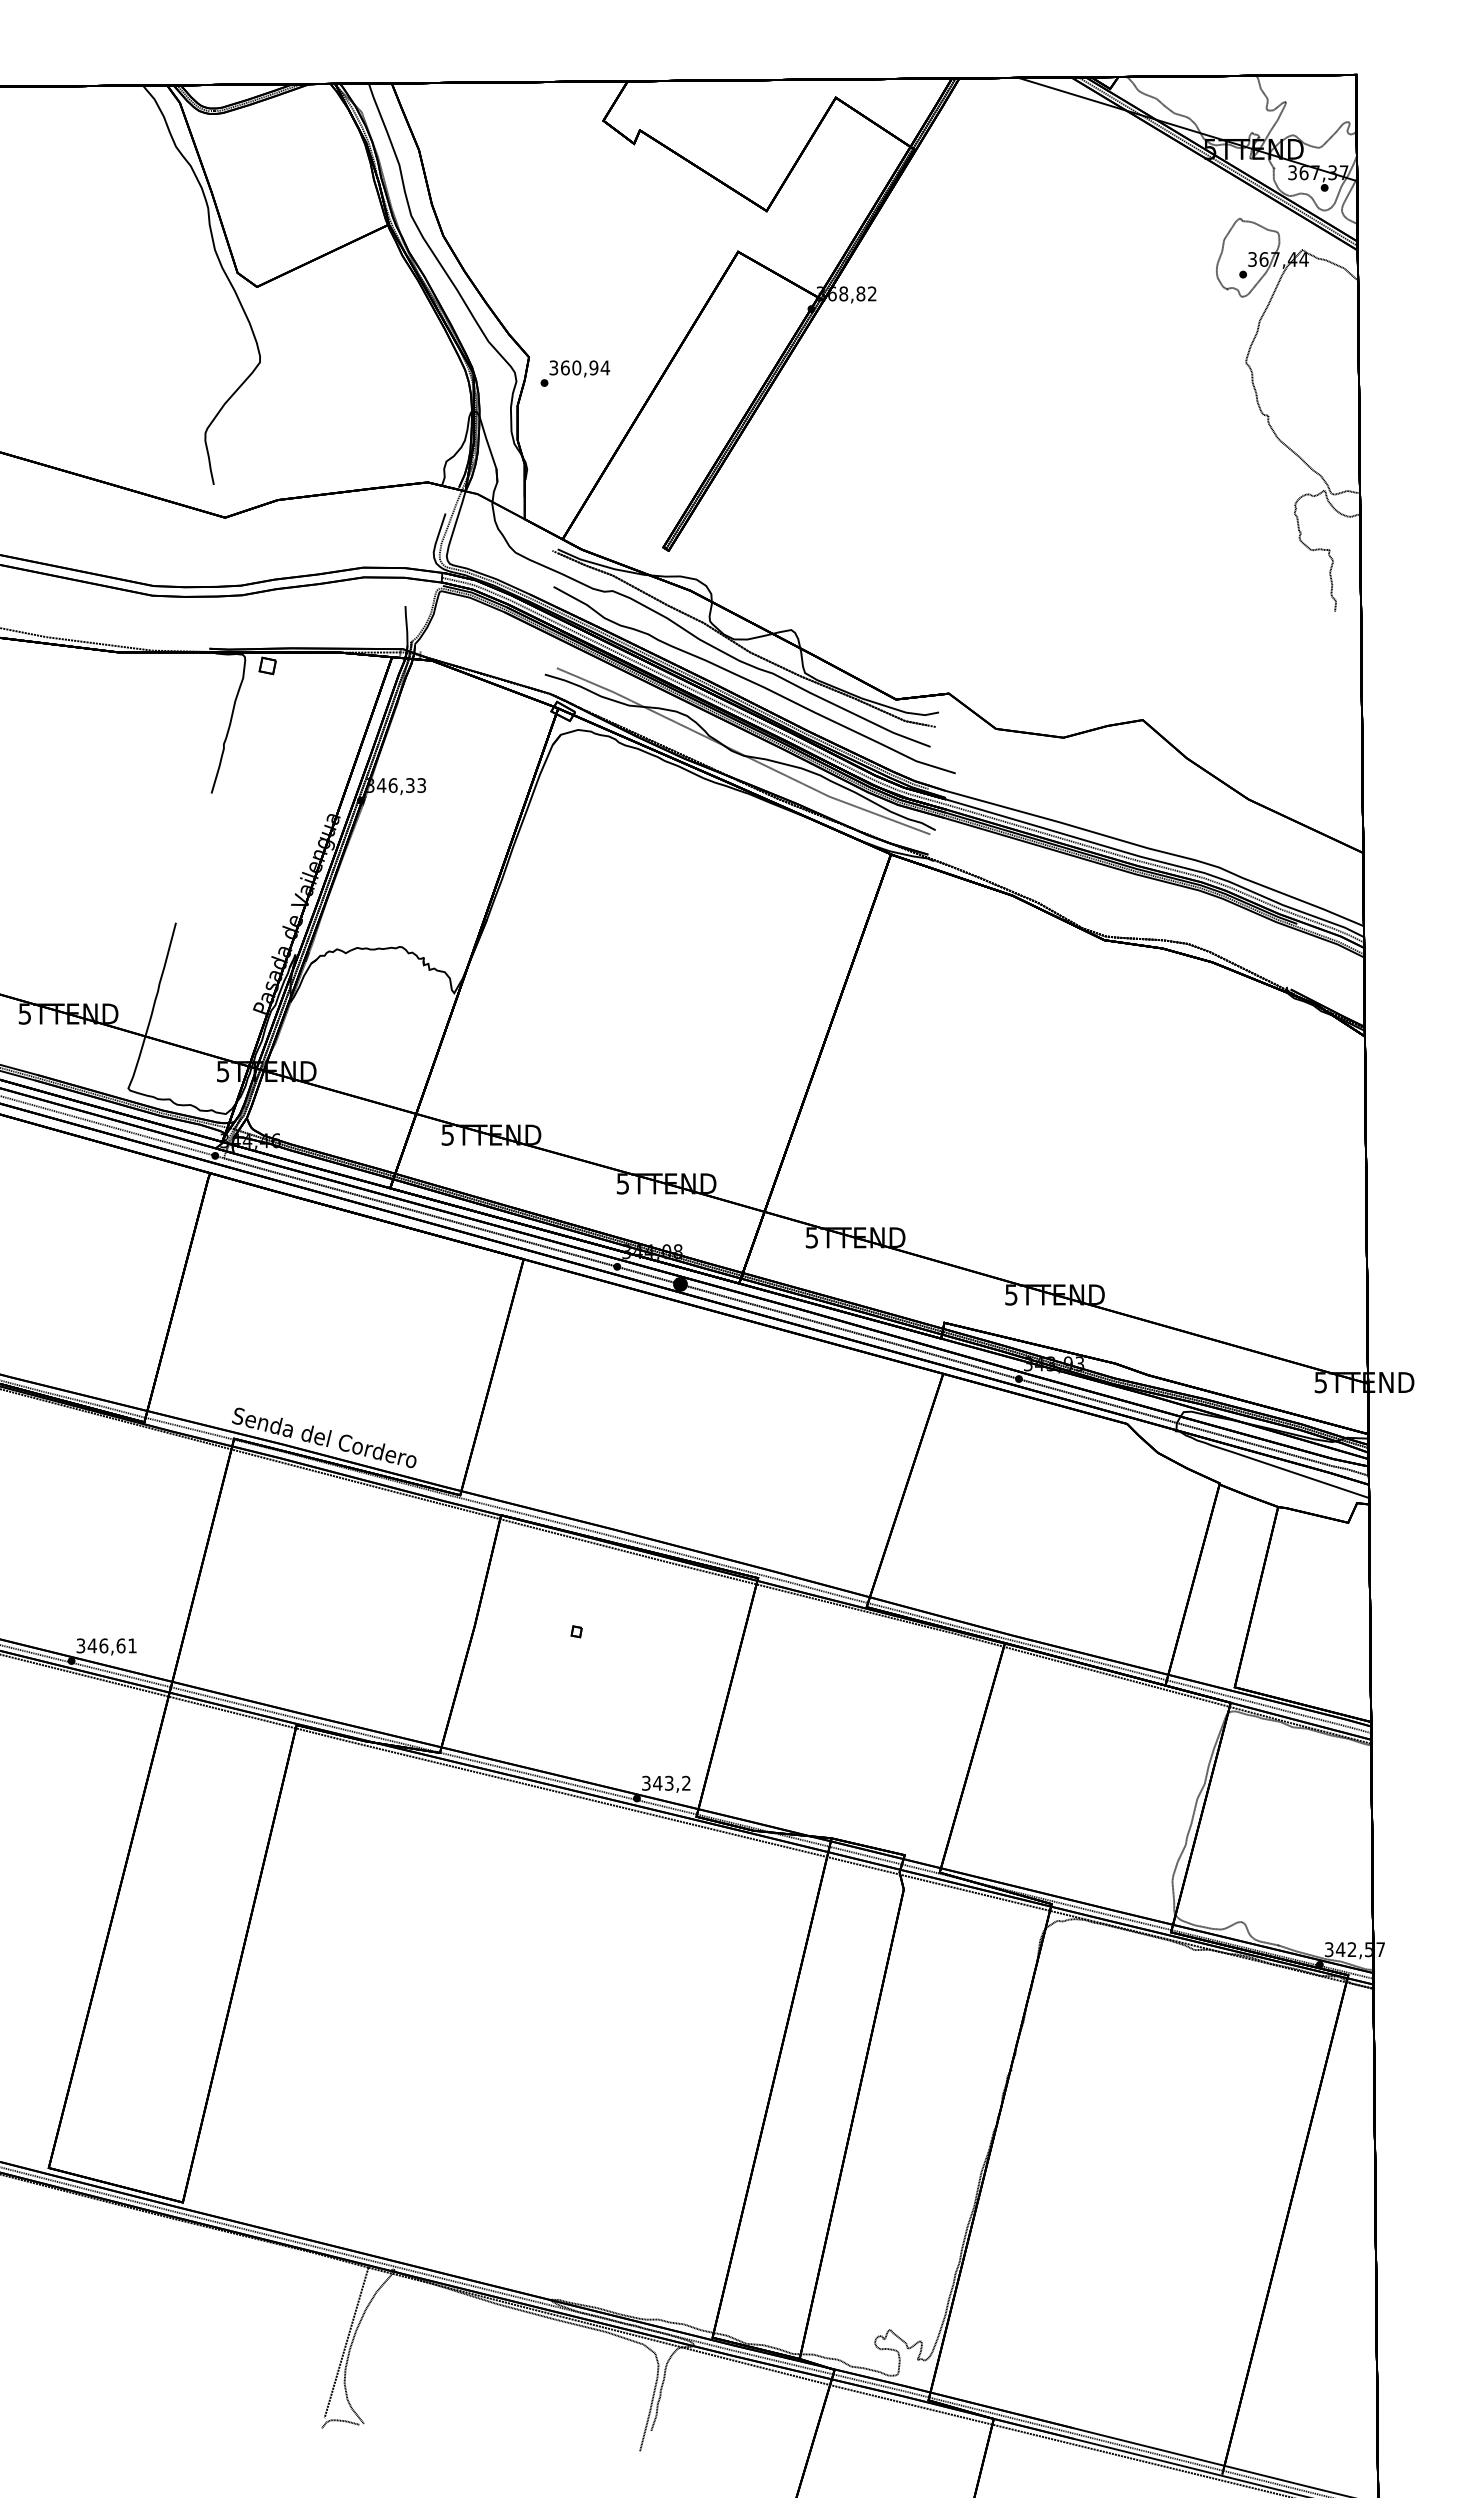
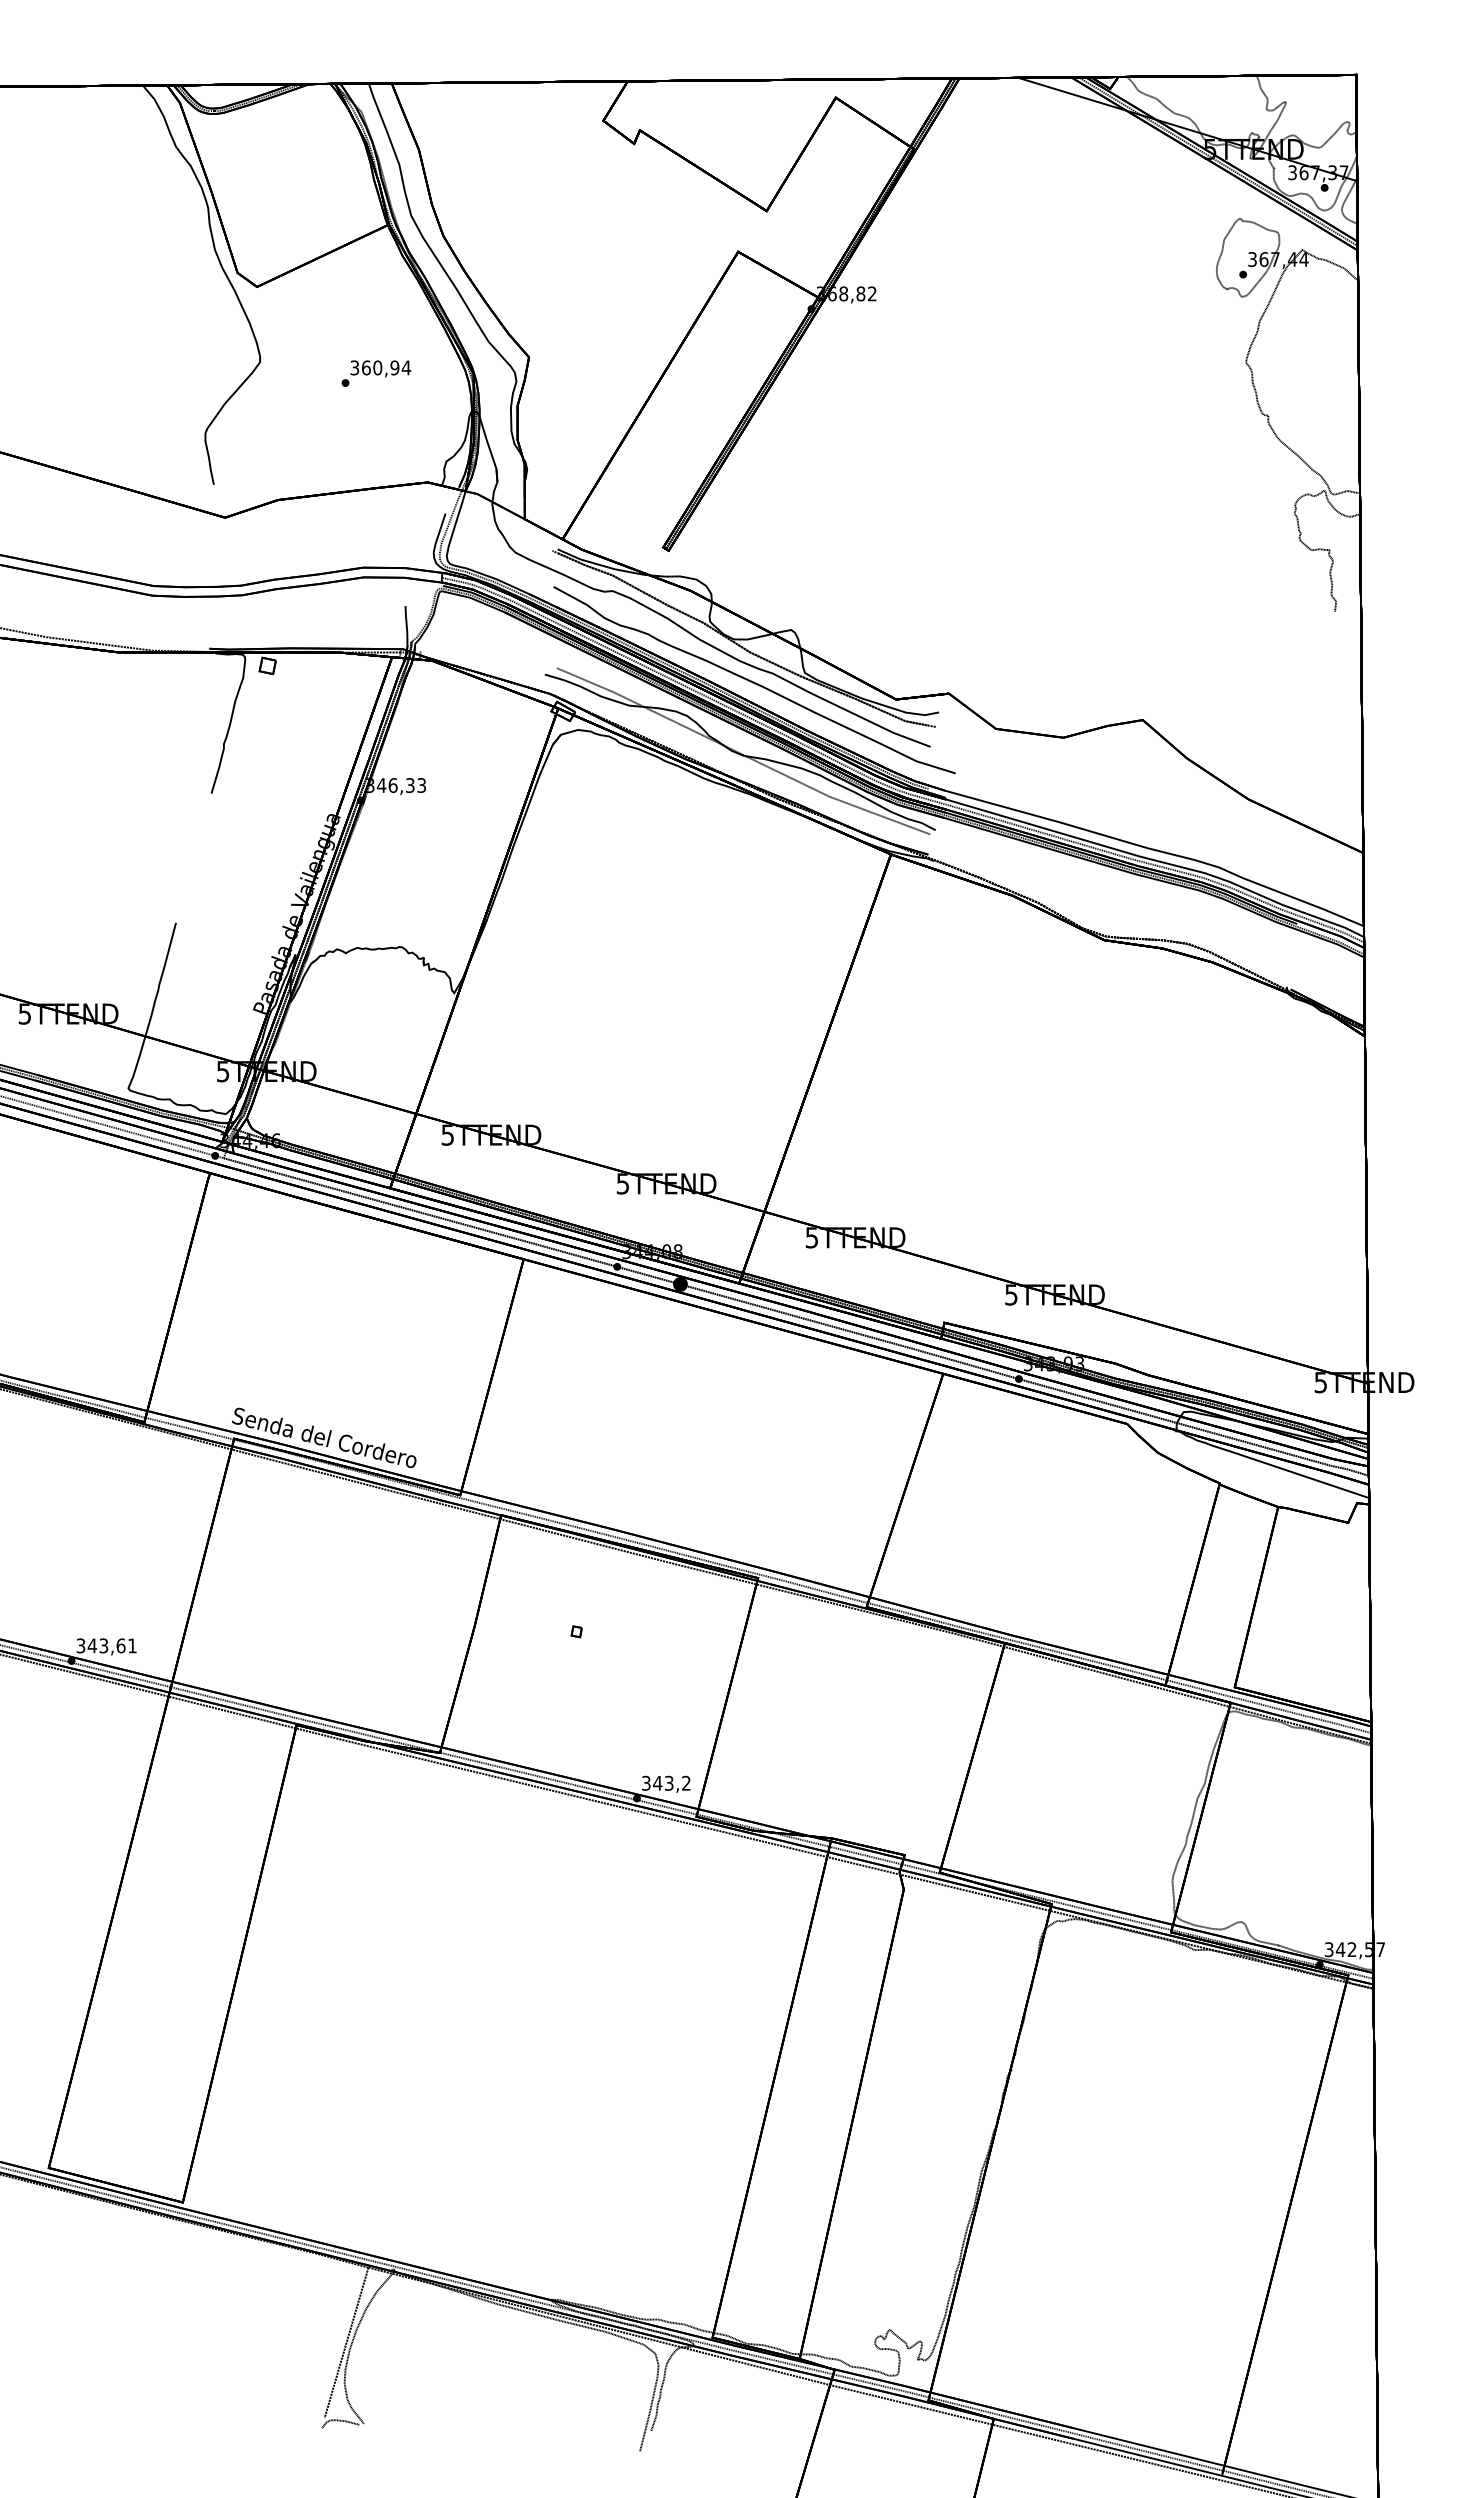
text at (575, 373) position: (575, 373) -> (376, 373)
text at (103, 1645): 346,61 -> 343,61
